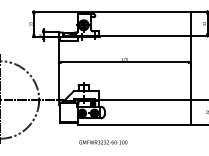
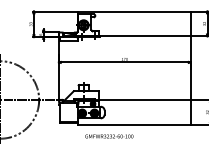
text at (103, 142) position: (103, 142) -> (109, 136)
